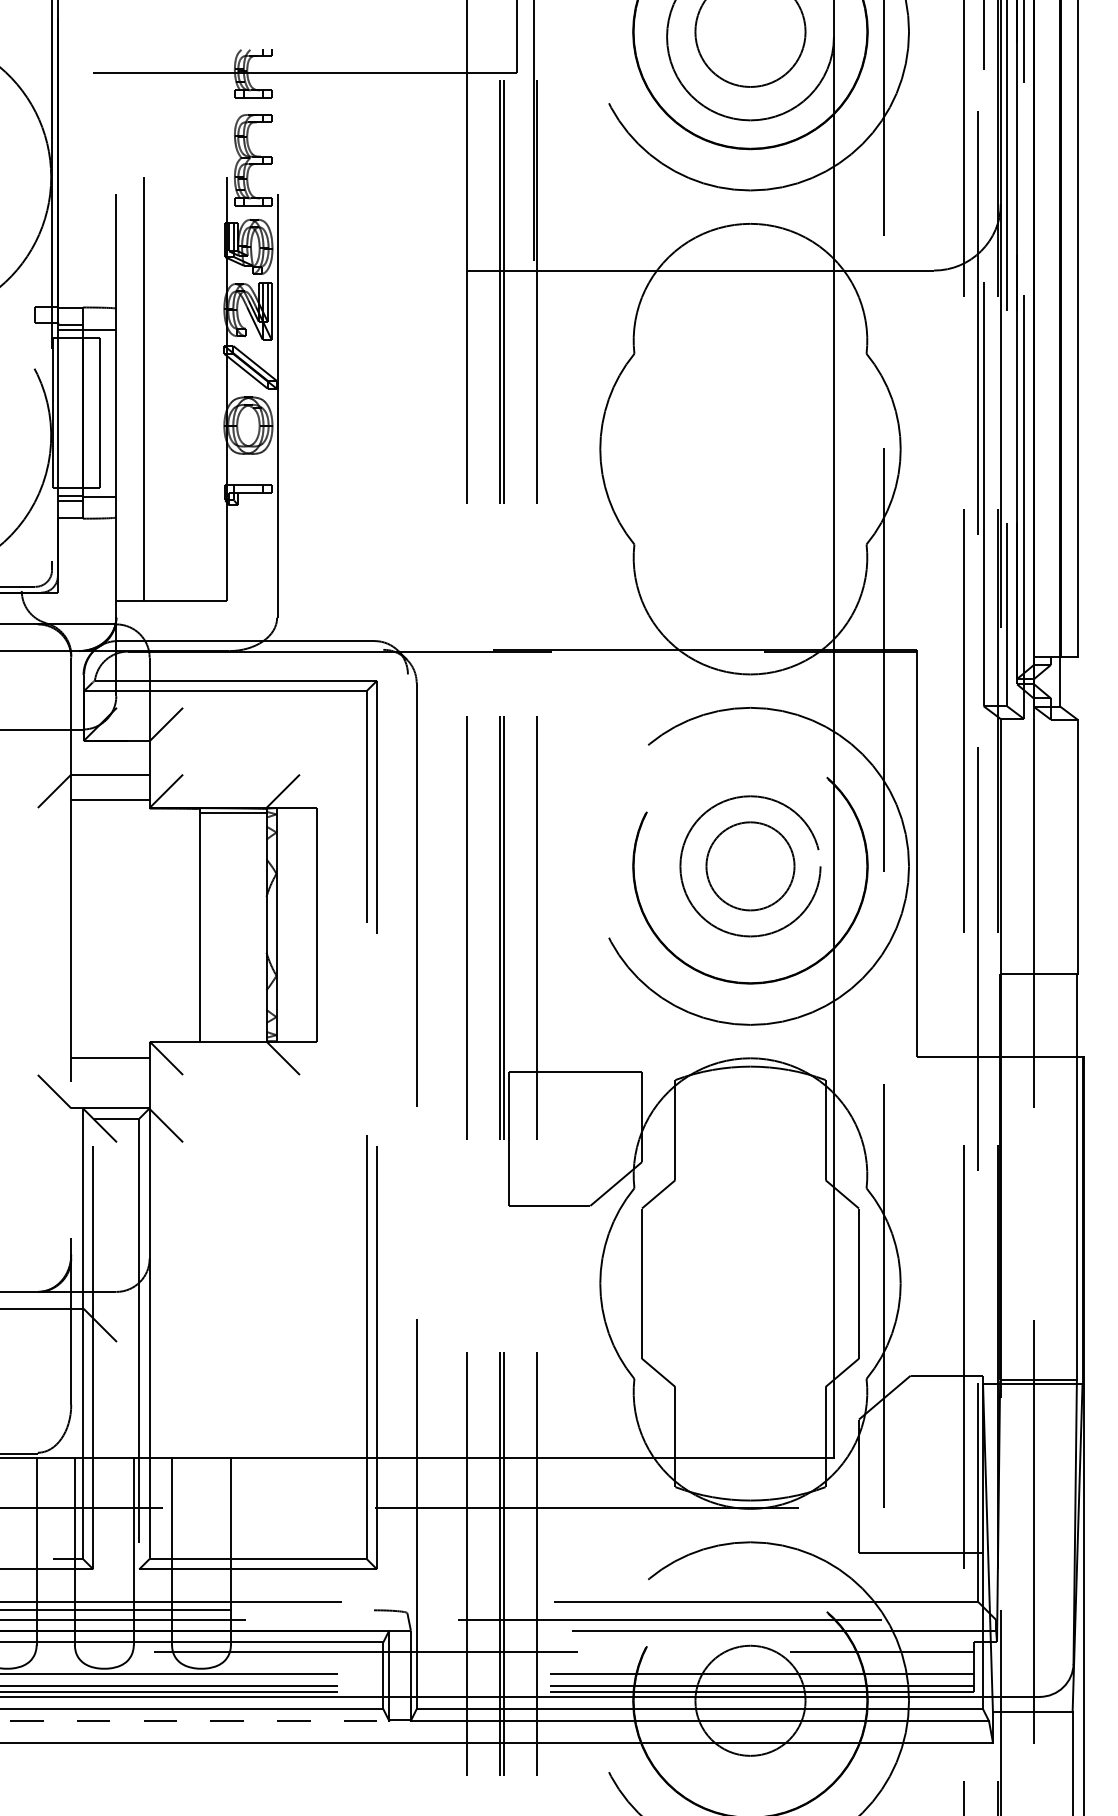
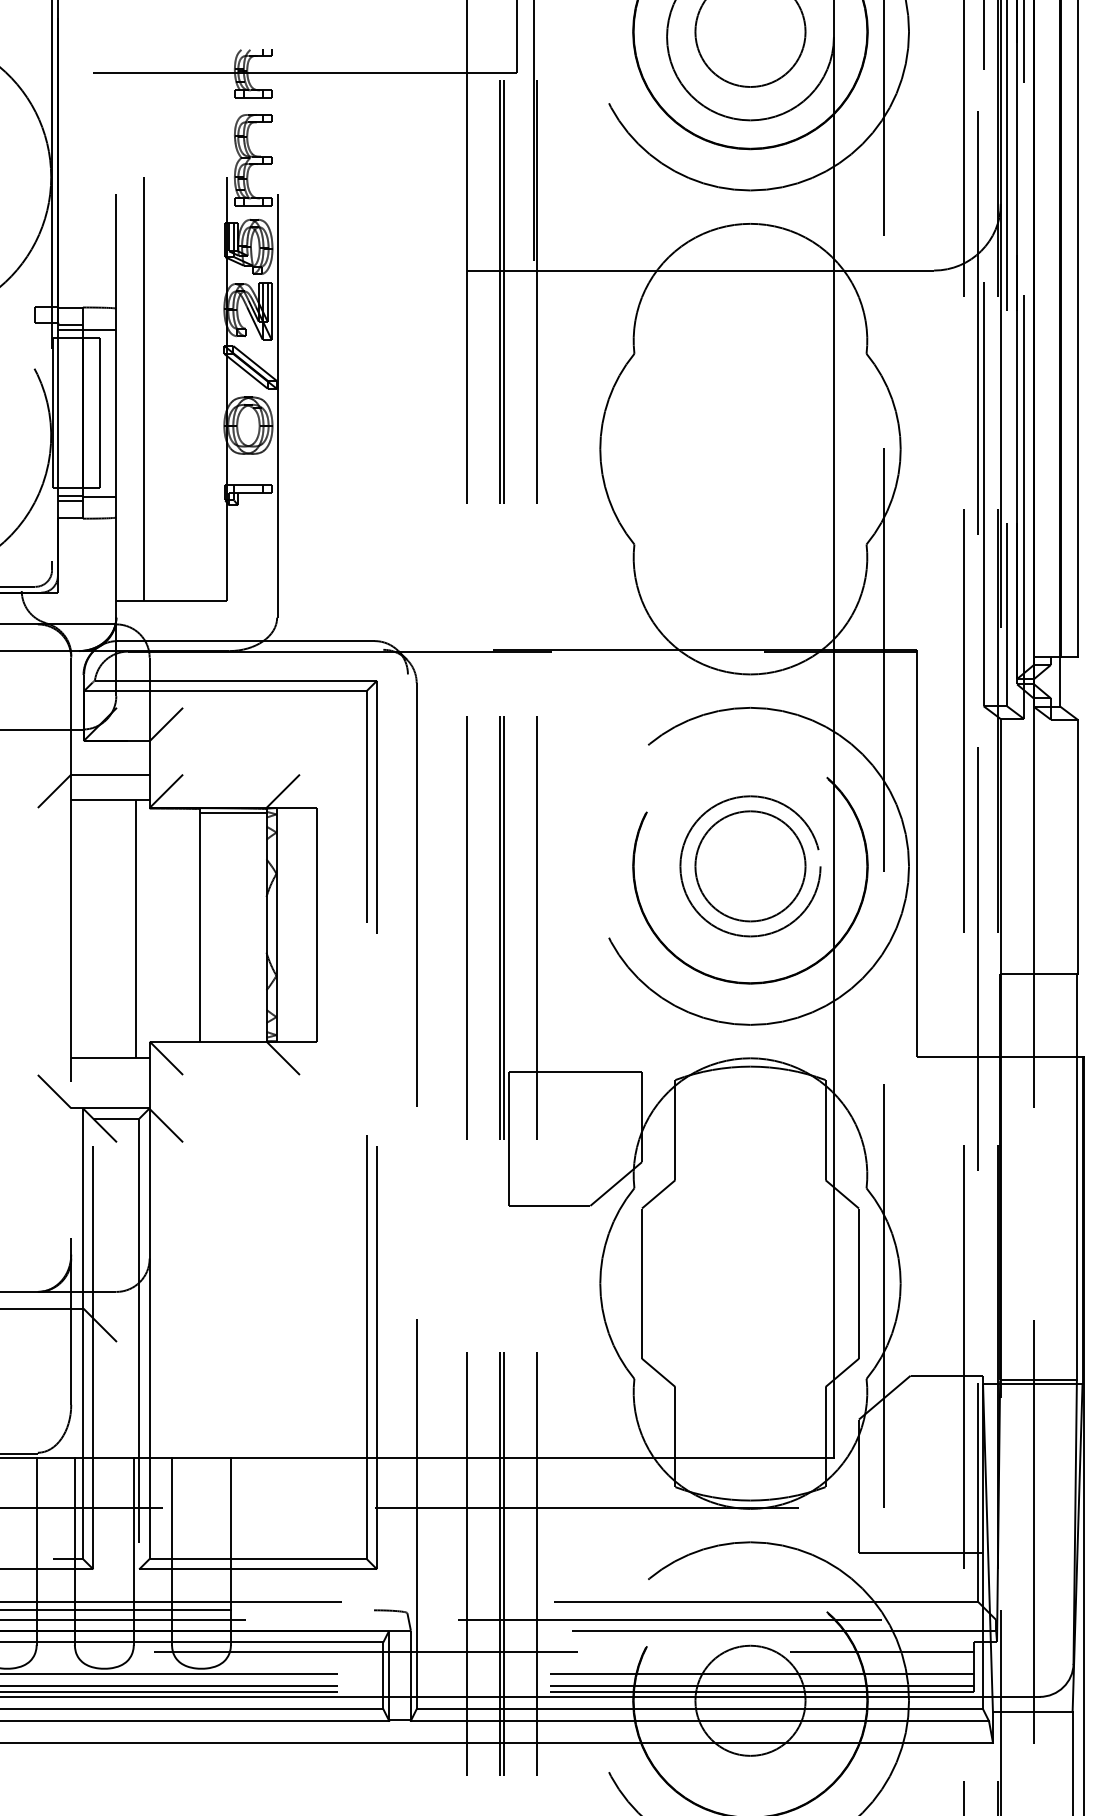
circle at (750, 866) diameter: 88 px -> 110 px
line at (135, 928): none -> present
line at (195, 1721): dashed -> solid
